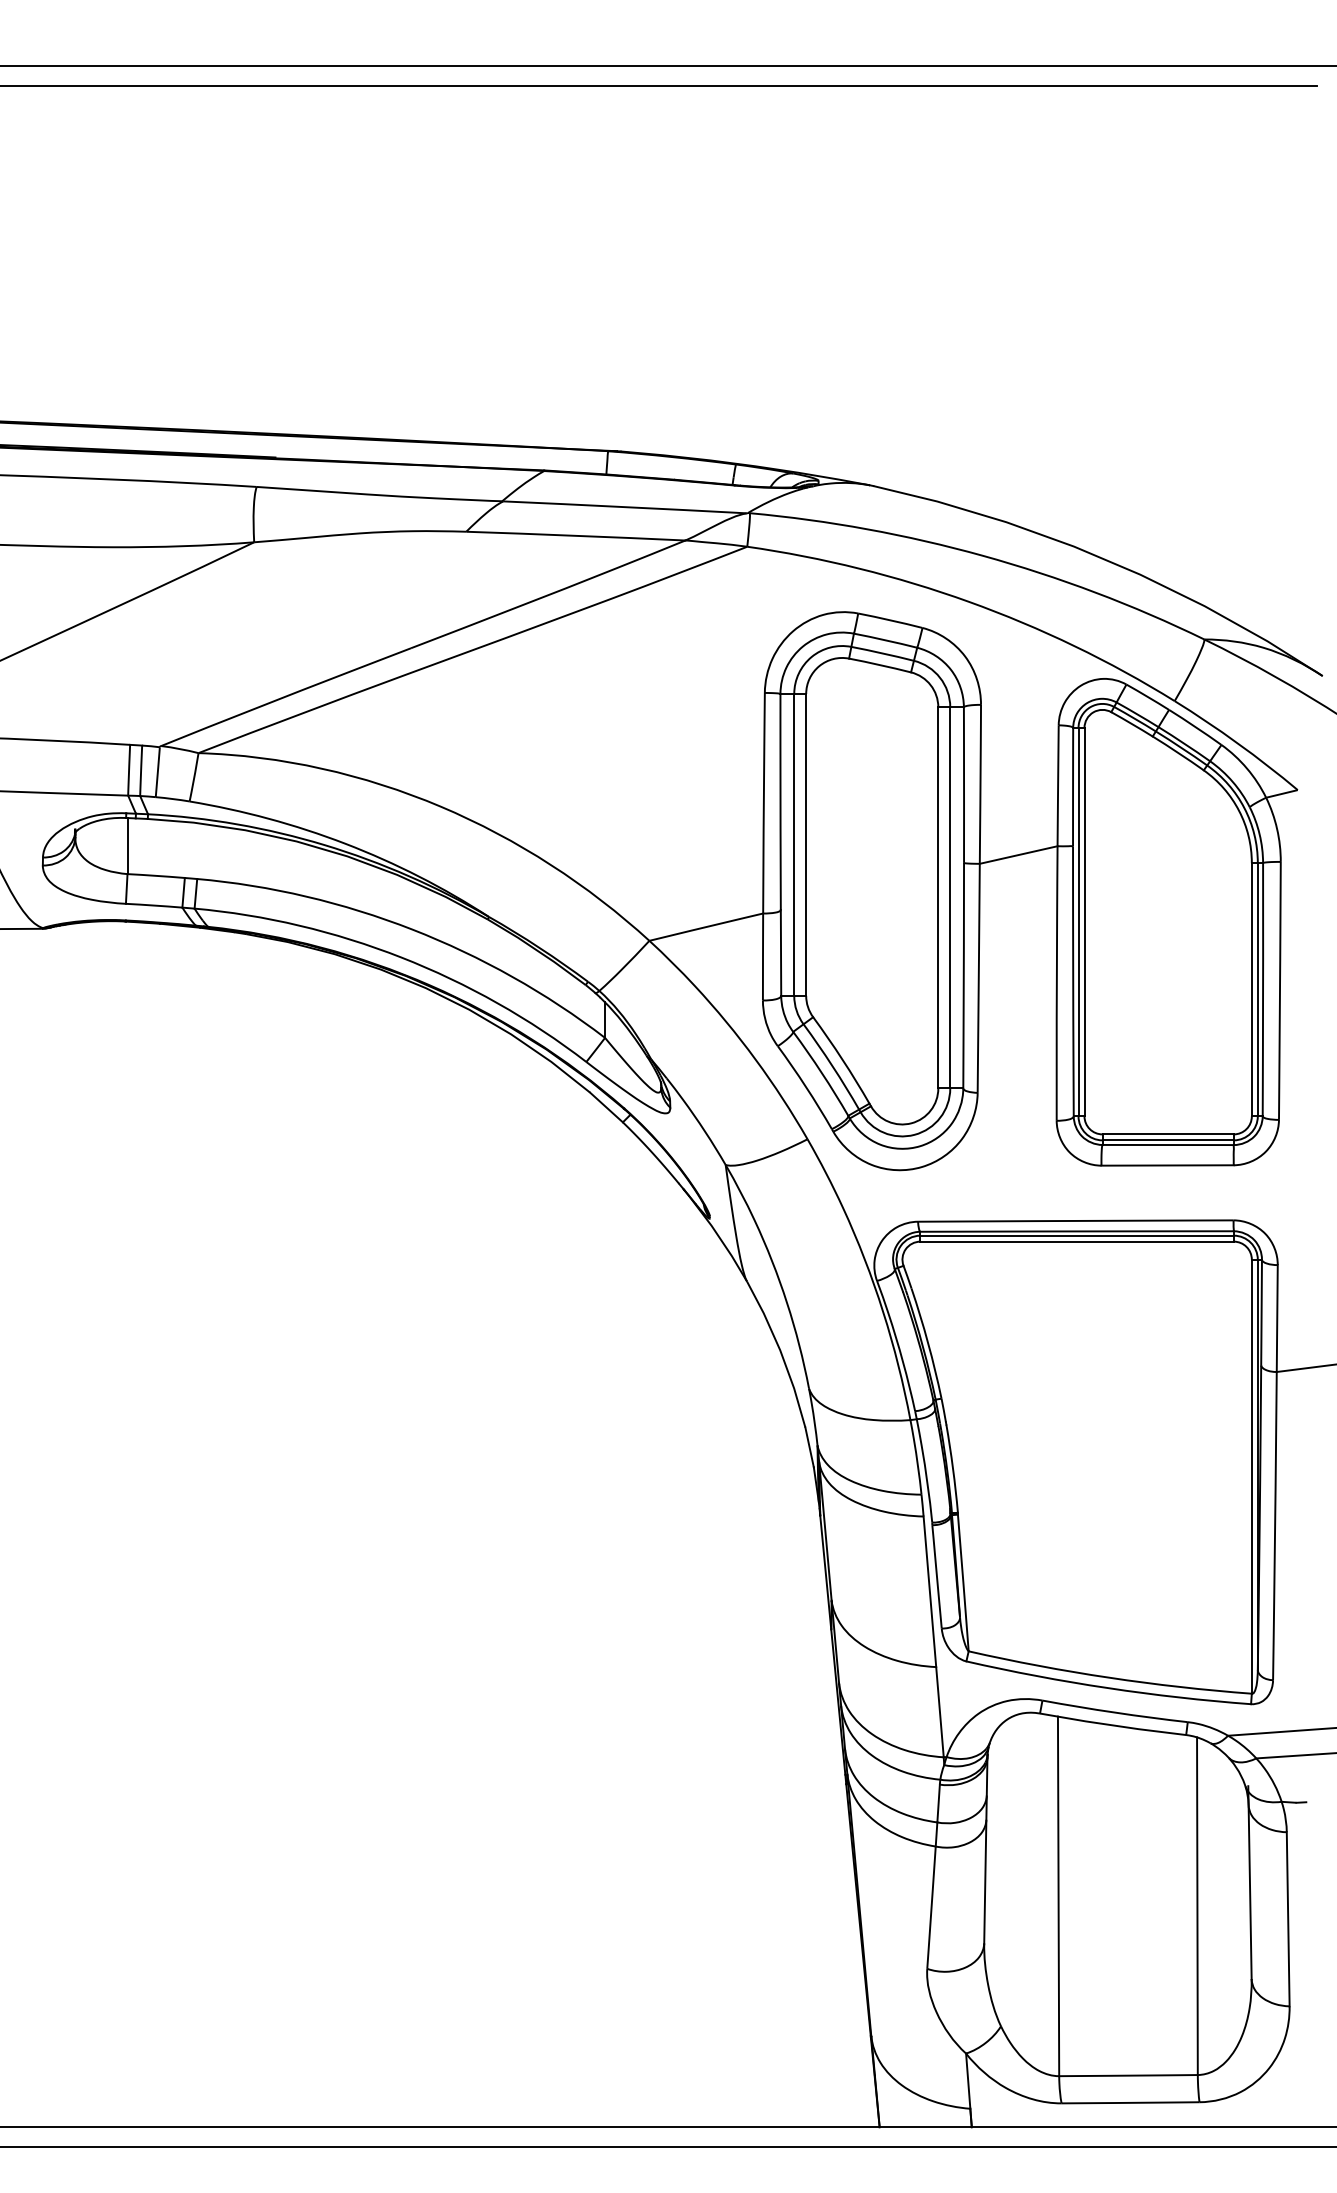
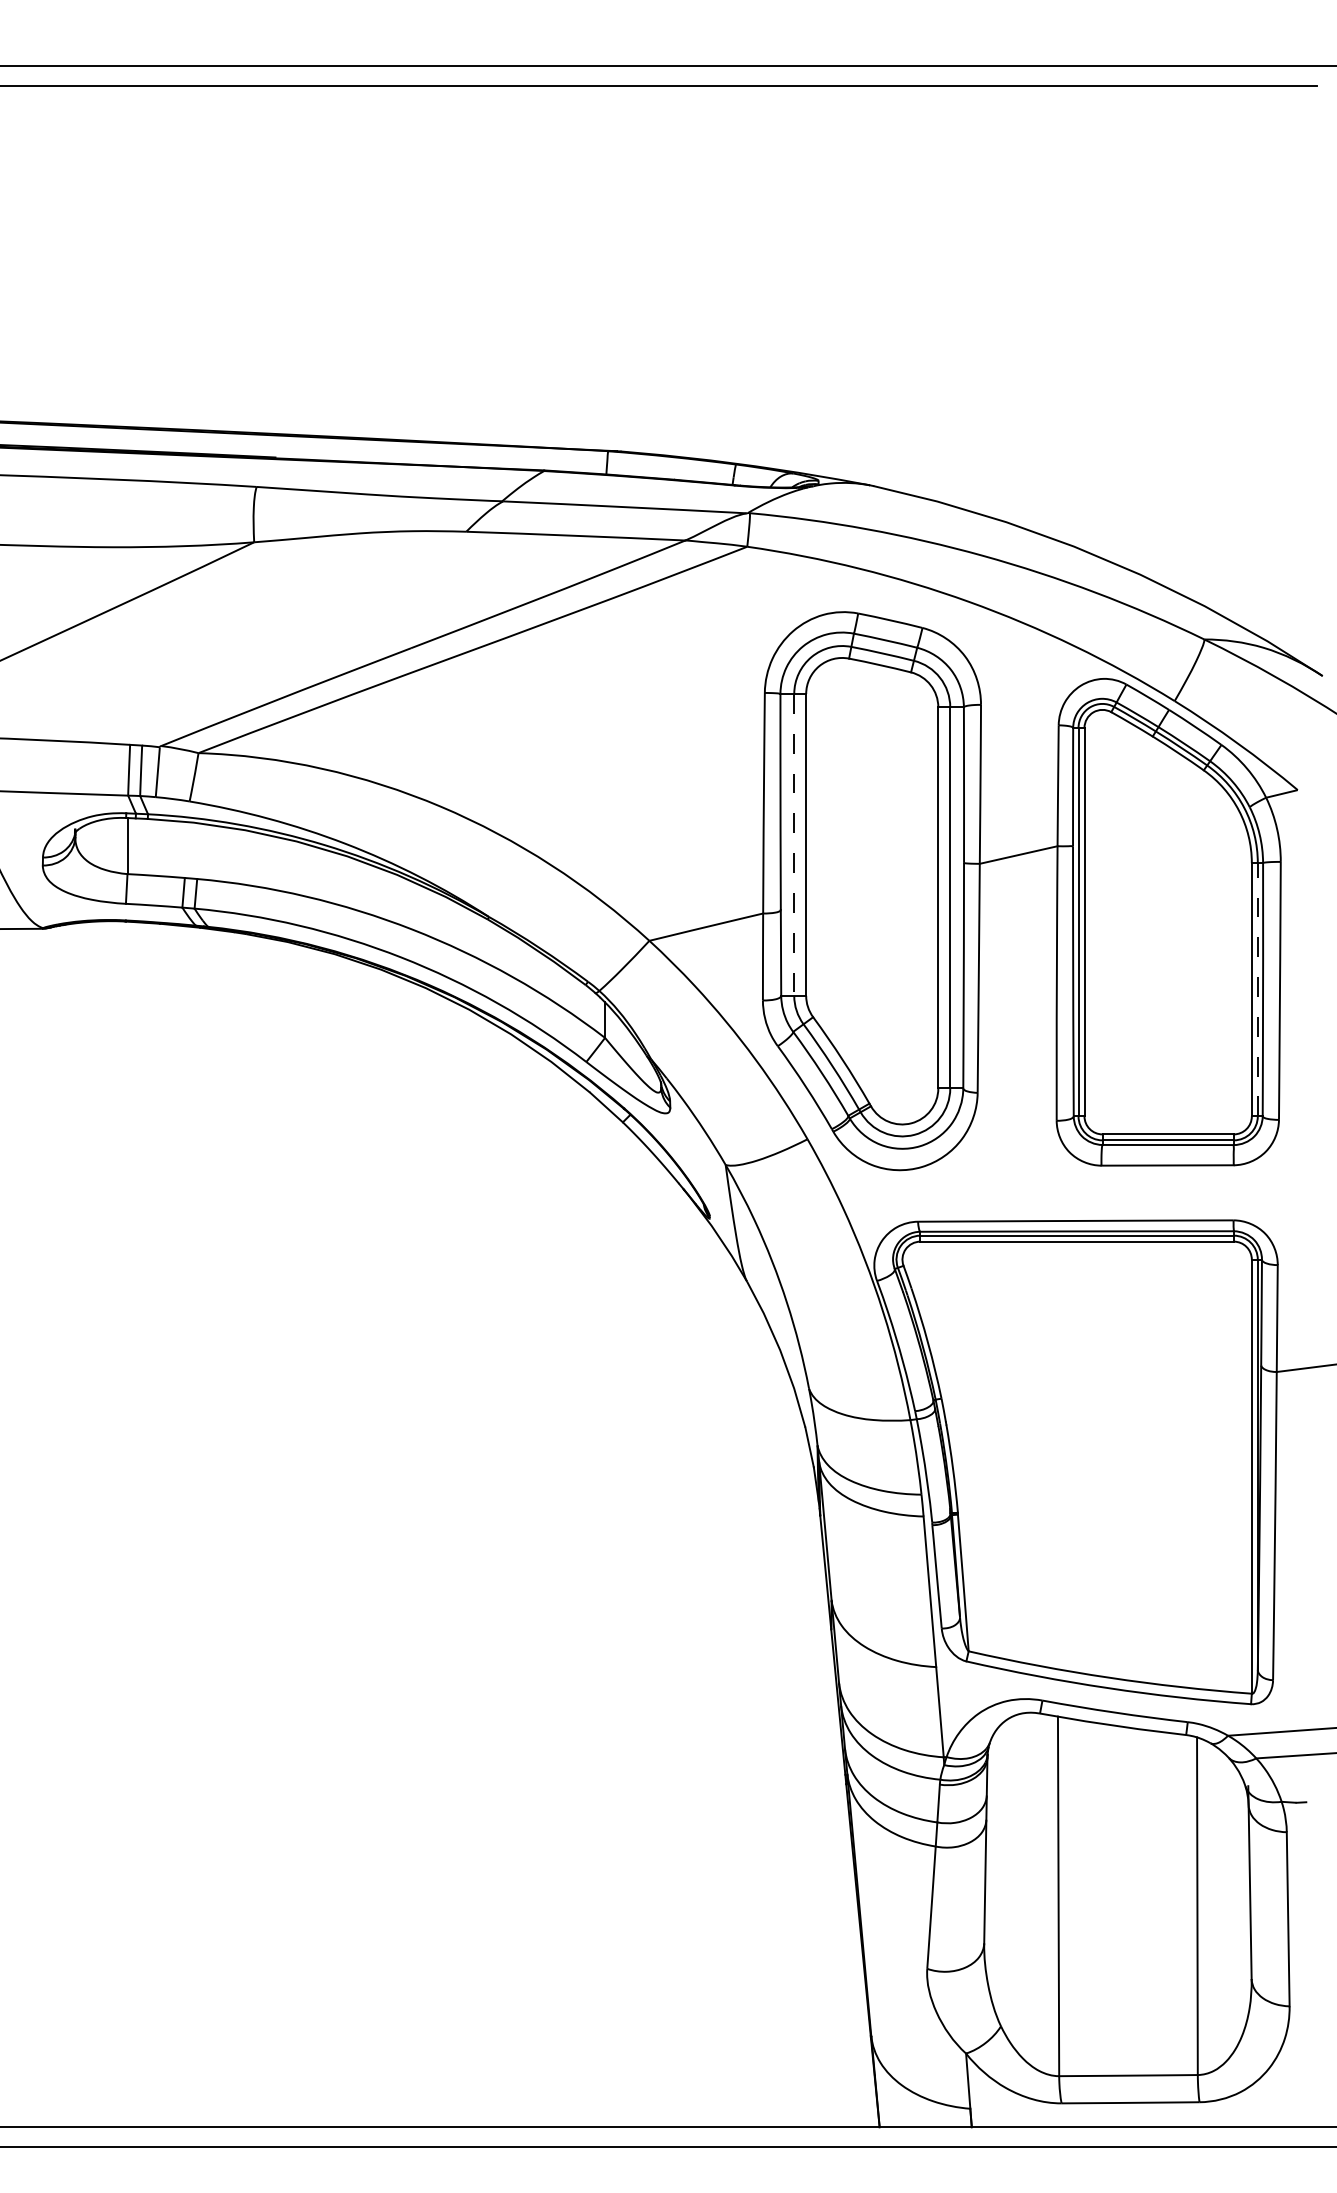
line at (794, 844): solid -> dashed
line at (1257, 989): solid -> dashed
